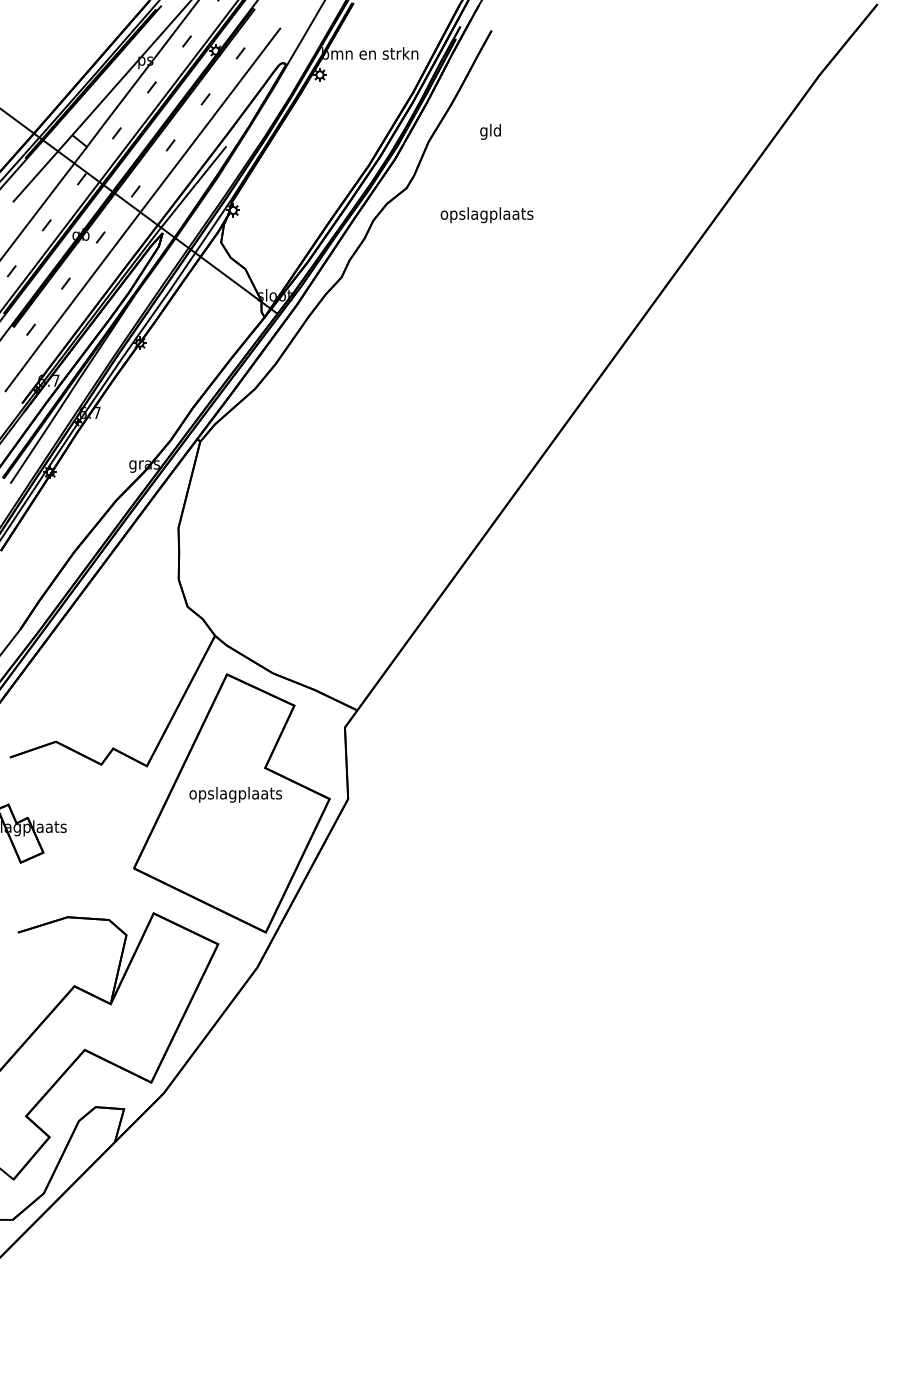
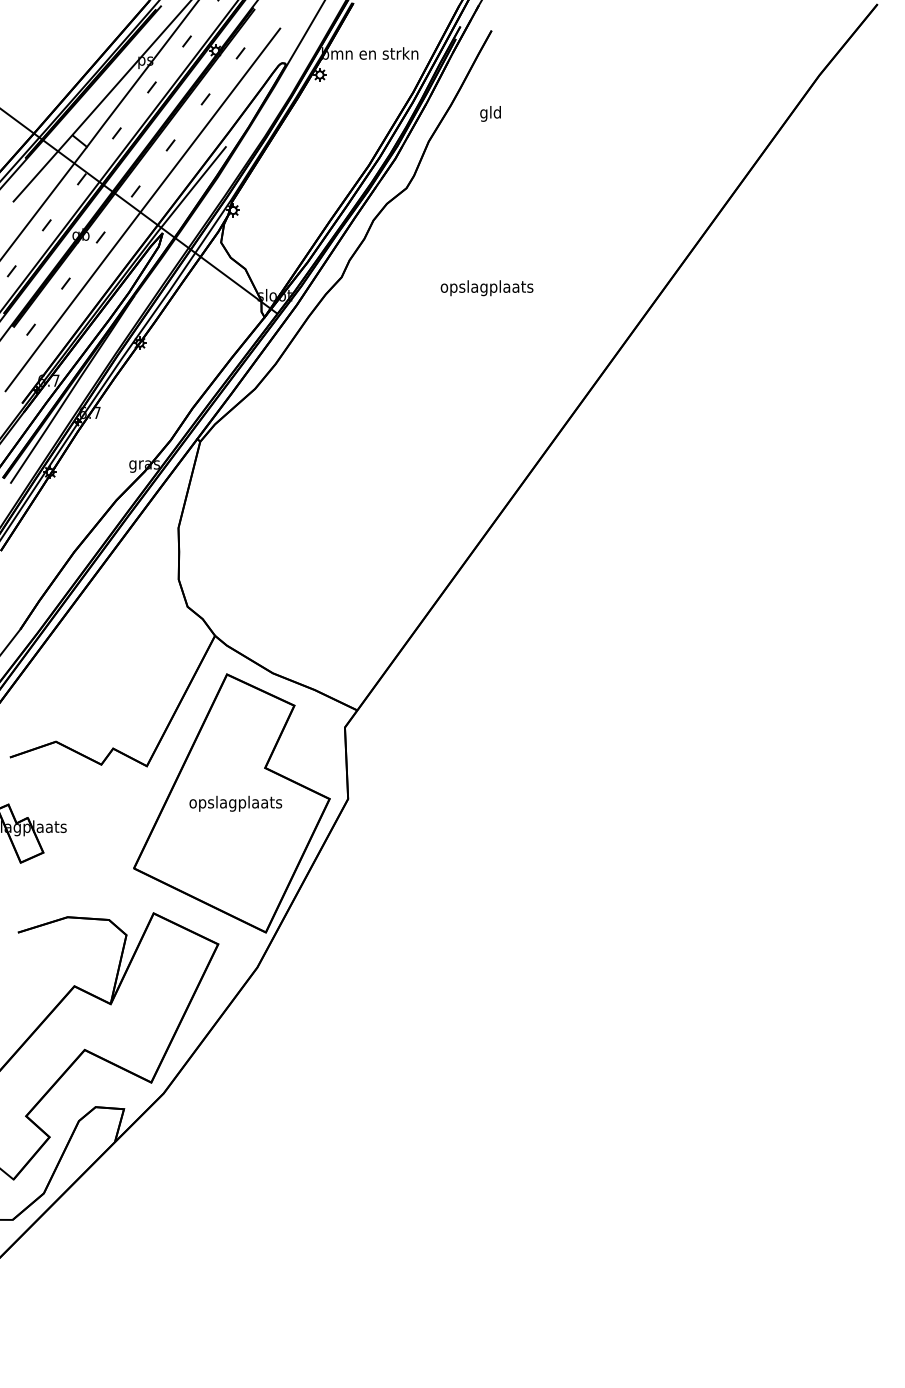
text at (490, 131) position: (490, 131) -> (490, 113)
text at (486, 215) position: (486, 215) -> (486, 288)
text at (235, 794) position: (235, 794) -> (235, 803)
